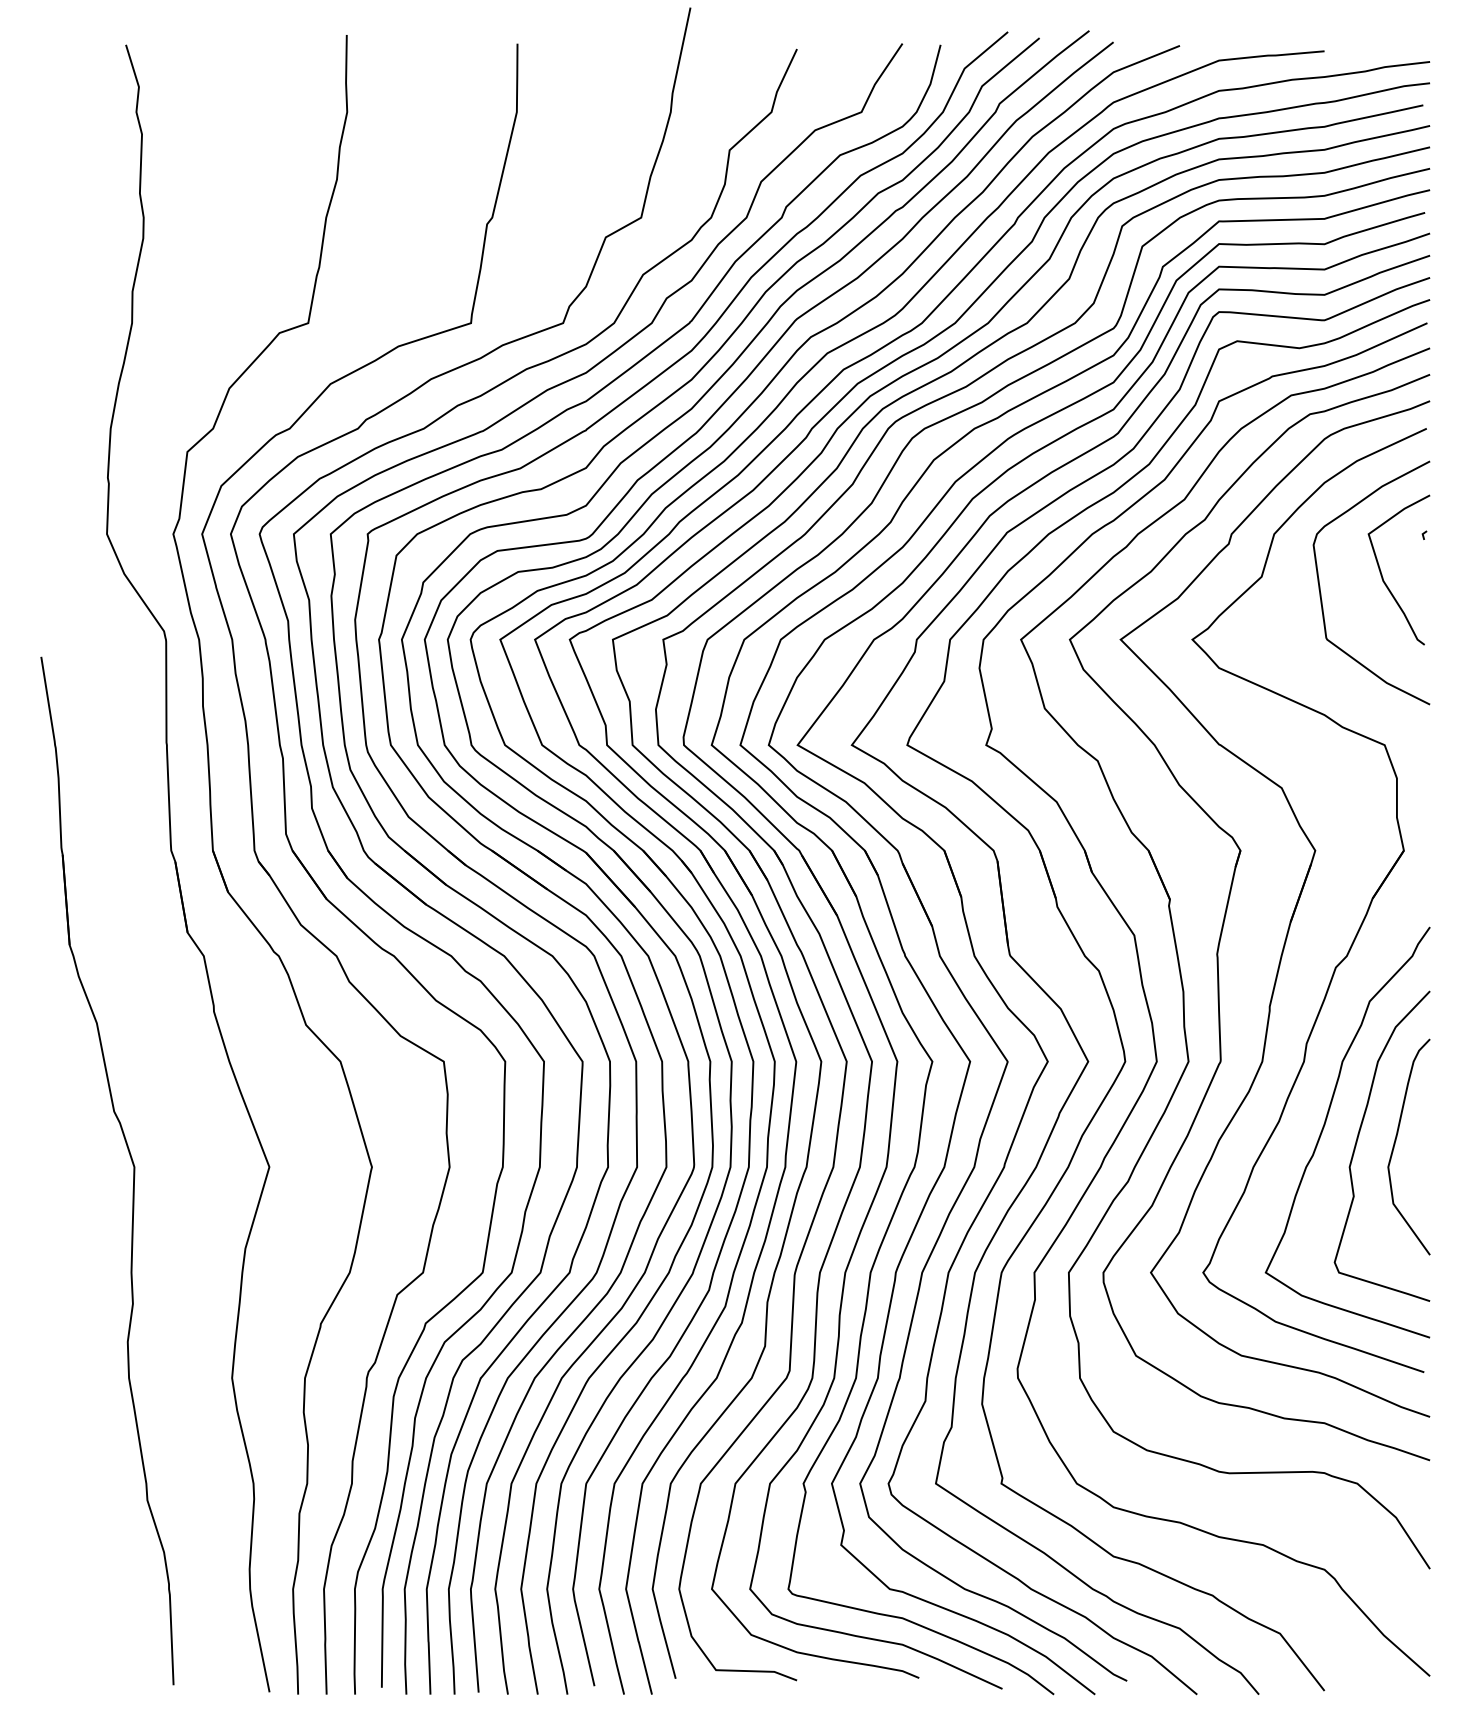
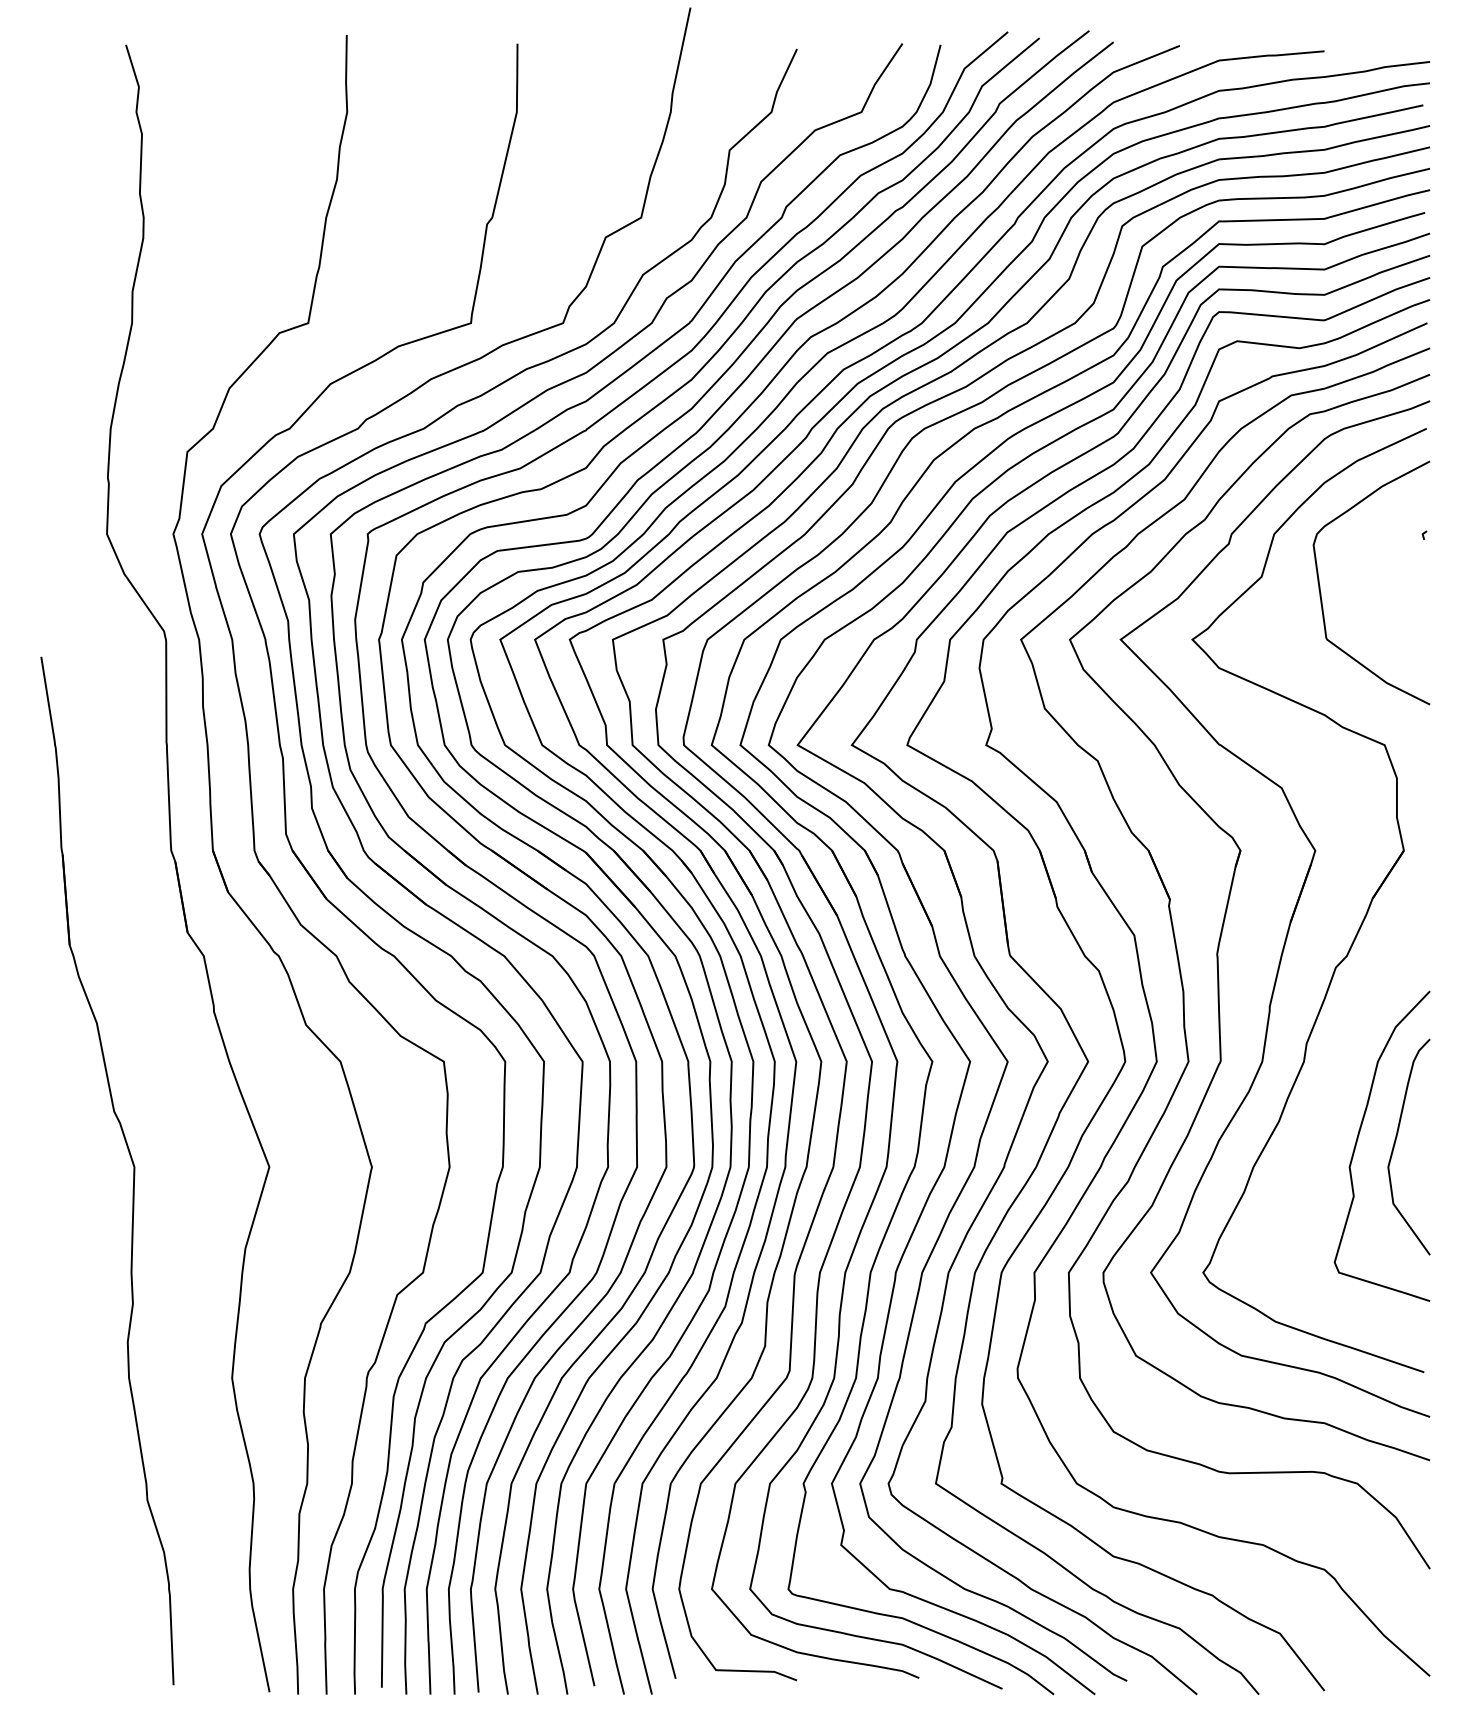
curve at (1382, 574): present -> none
curve at (1325, 1125): present -> none
